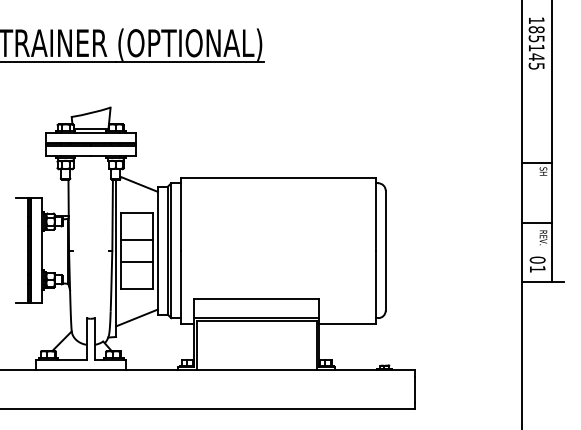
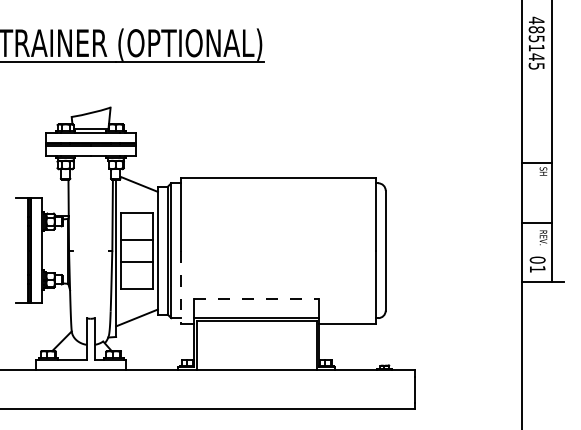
text at (536, 20): 185145 -> 485145
line at (180, 287): solid -> dashed
line at (256, 298): solid -> dashed
